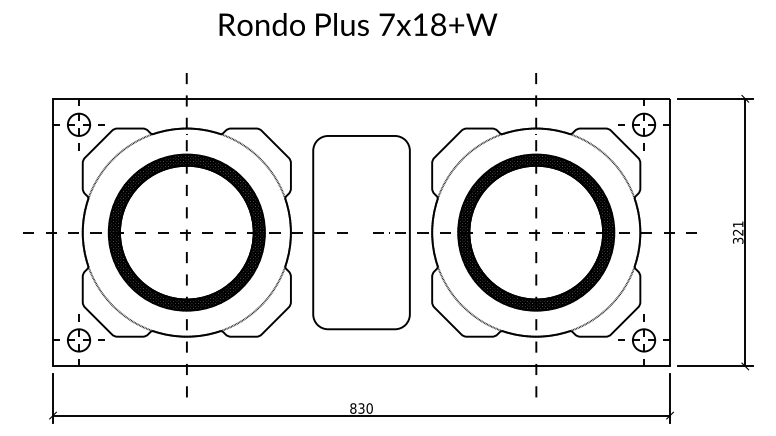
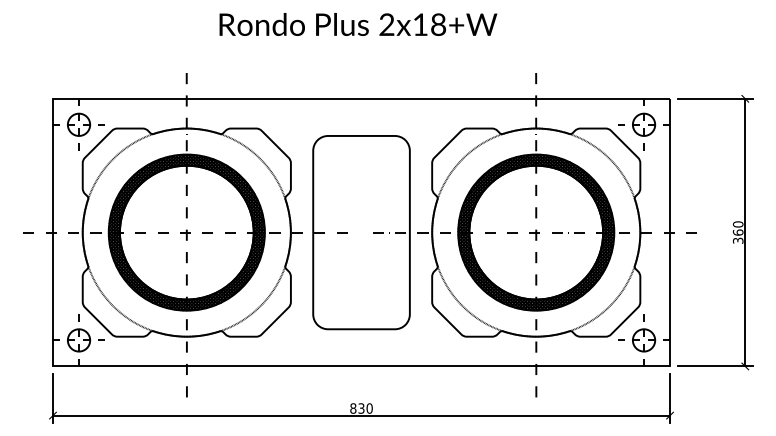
text at (386, 24): 7x18+W -> 2x18+W
text at (737, 228): 321 -> 360
